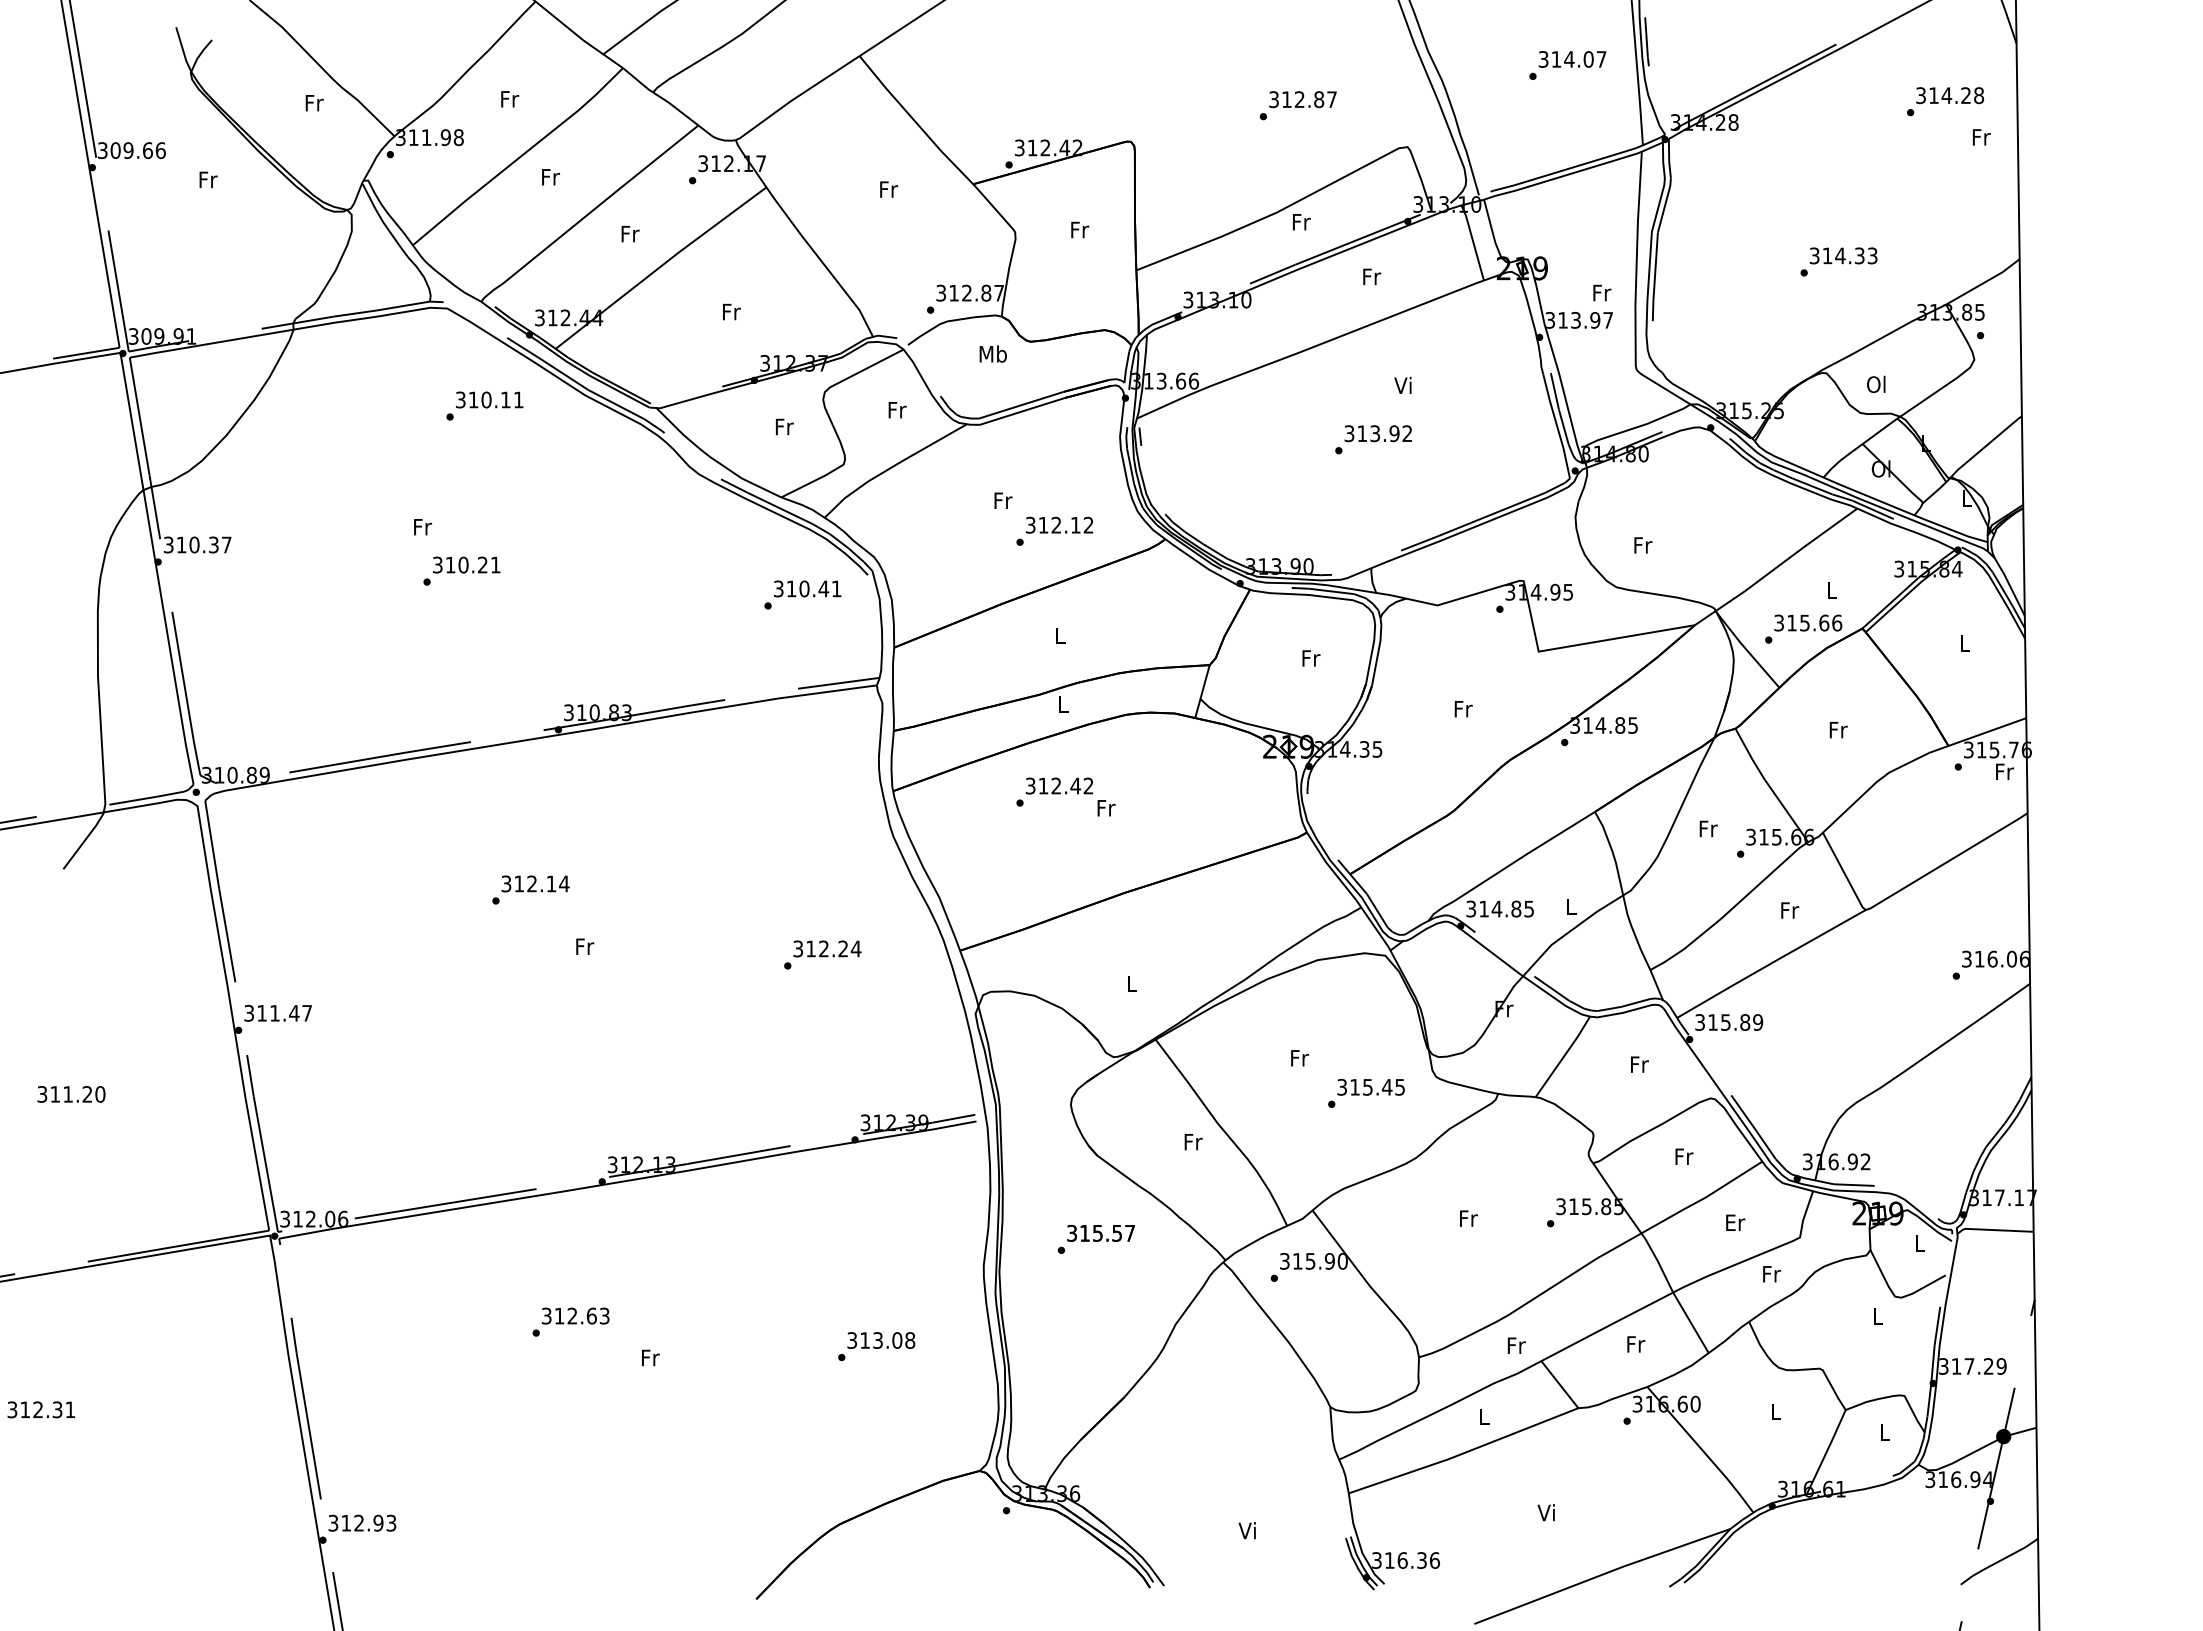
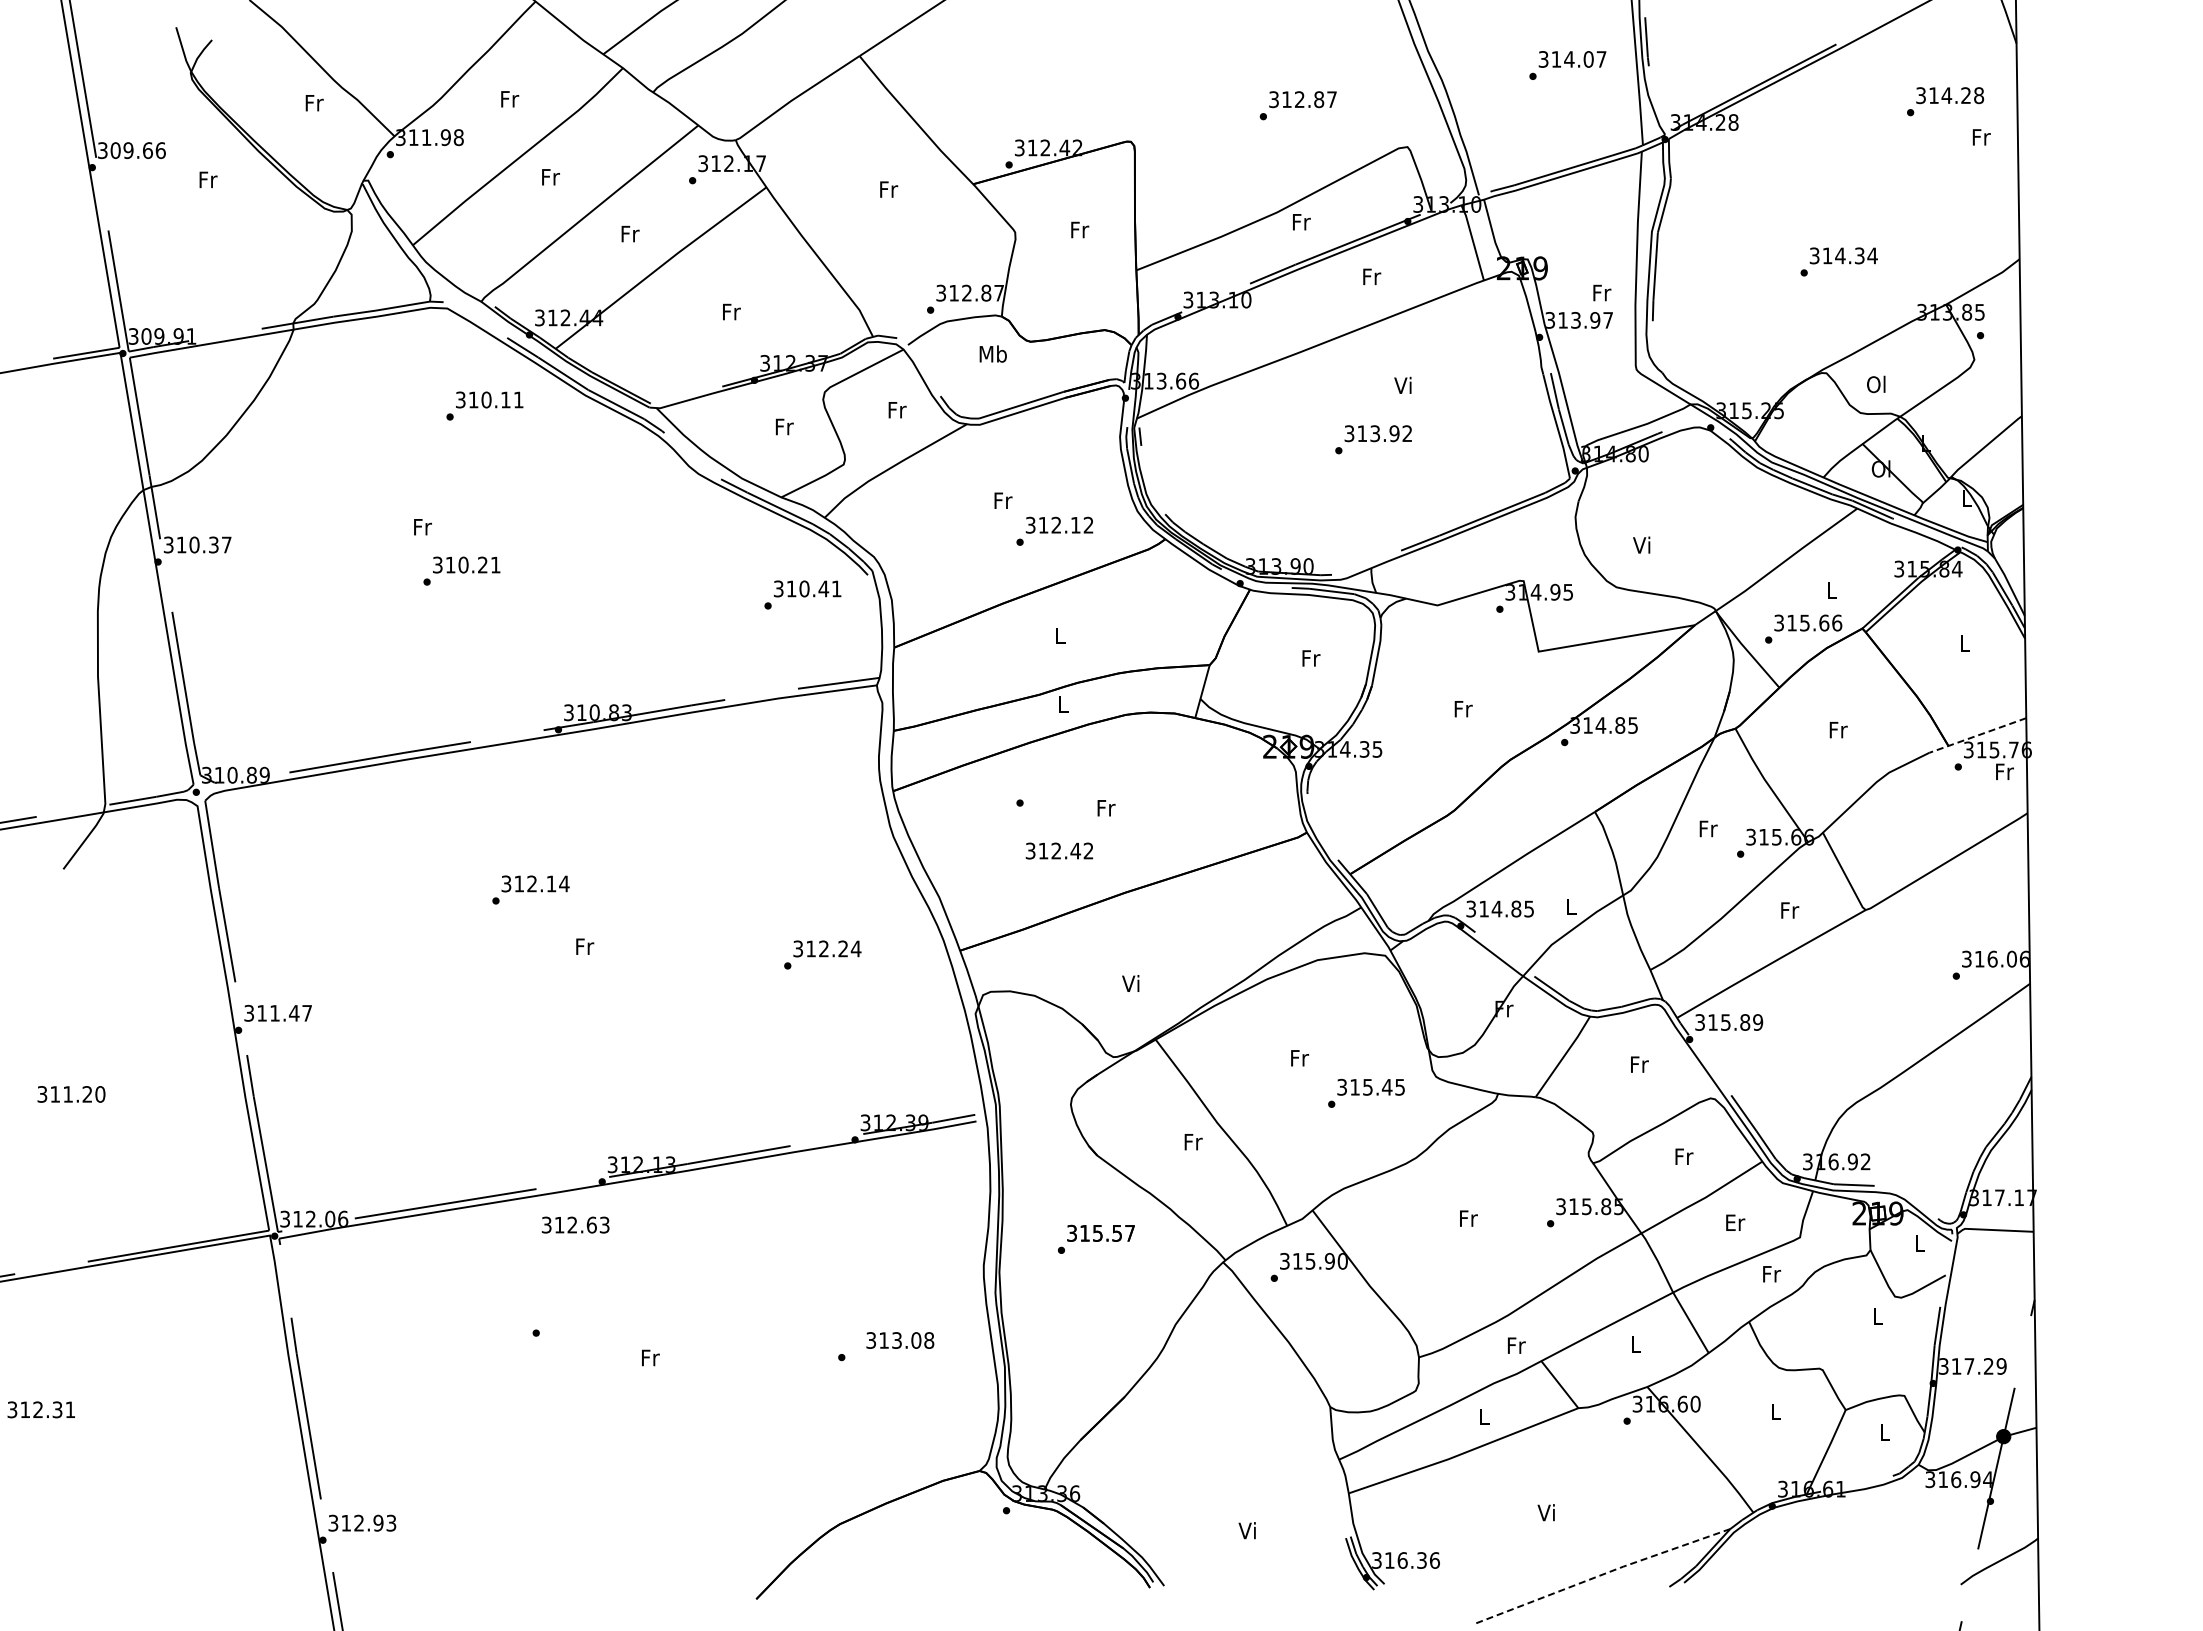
text at (1872, 255): 314.33 -> 314.34
text at (1642, 544): Fr -> Vi
line at (1977, 735): solid -> dashed
text at (1058, 785) position: (1058, 785) -> (1058, 850)
text at (1130, 983): L -> Vi
text at (575, 1315) position: (575, 1315) -> (575, 1224)
text at (881, 1340) position: (881, 1340) -> (900, 1340)
text at (1636, 1344): Fr -> L
line at (1601, 1574): solid -> dashed
